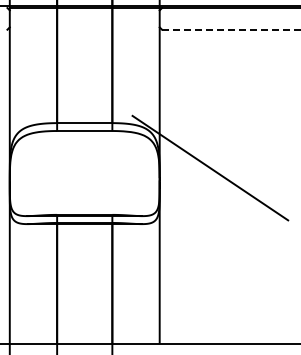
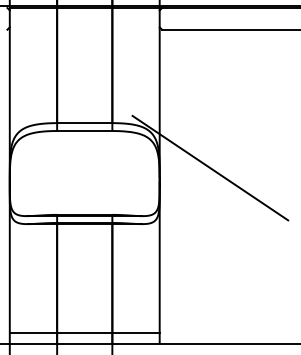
line at (231, 29): dashed -> solid
line at (84, 333): none -> present
